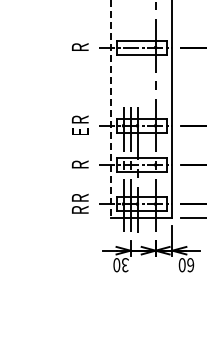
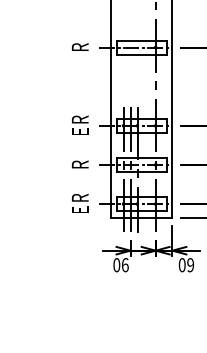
line at (110, 109): dashed -> solid
text at (79, 209): R -> E
text at (125, 264): 30 -> 90
